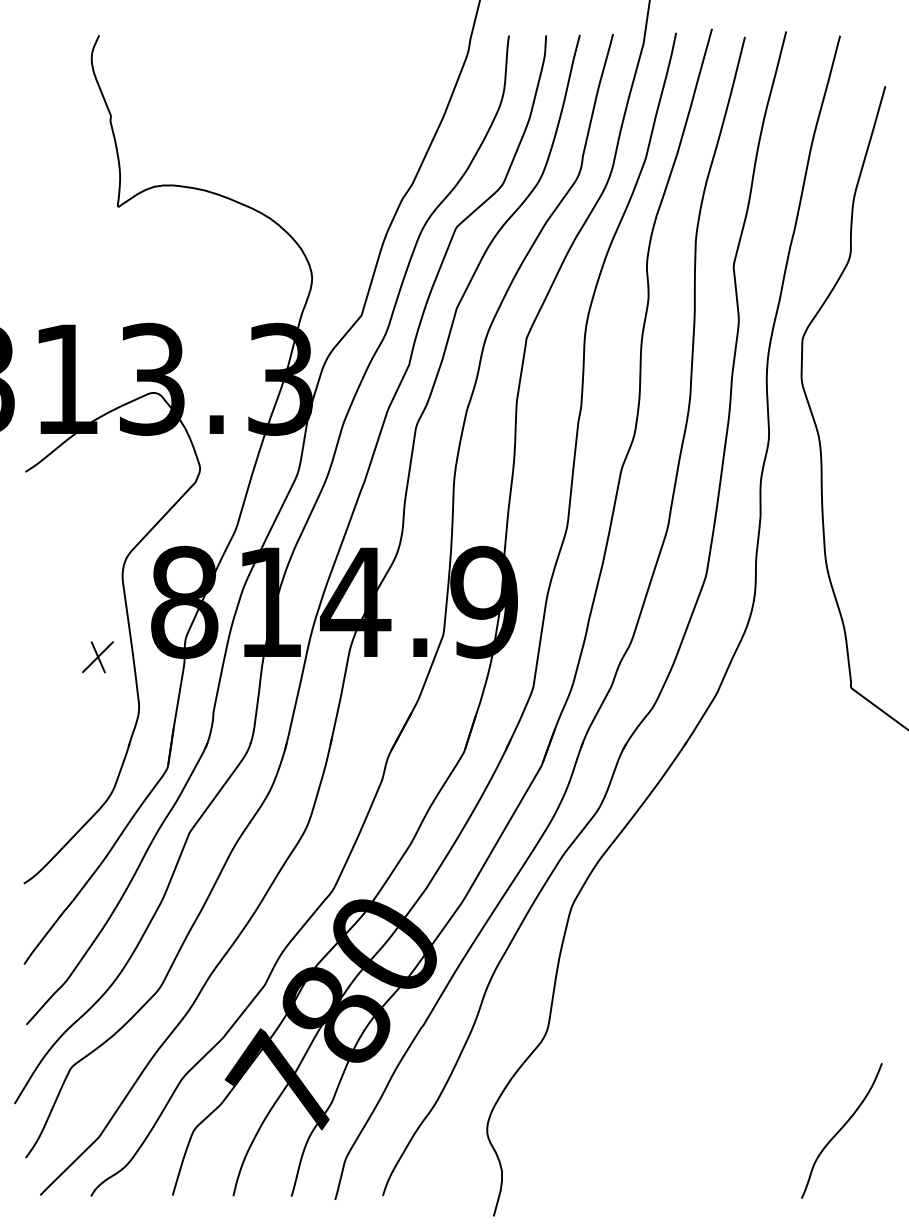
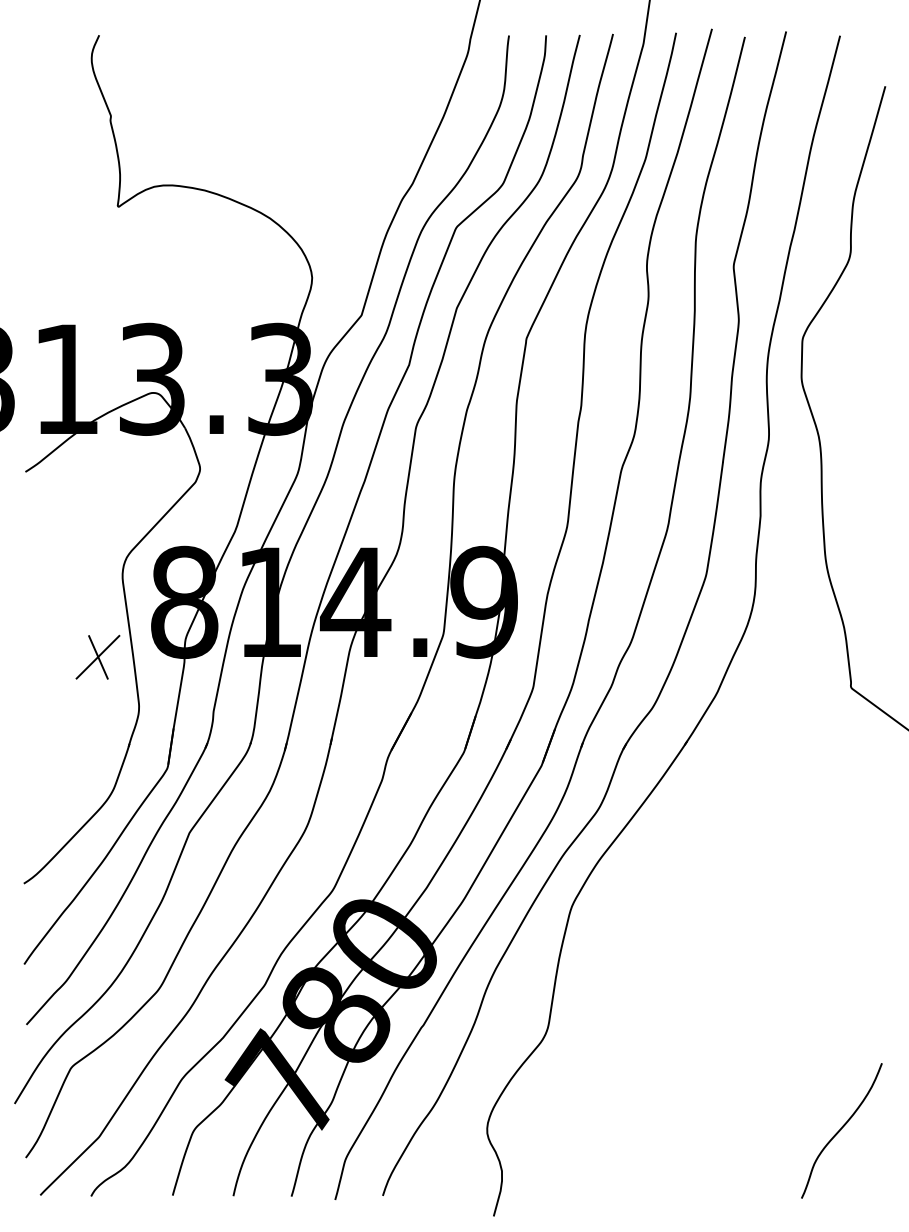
part at (97, 657) size: 32x33 px -> 46x46 px
